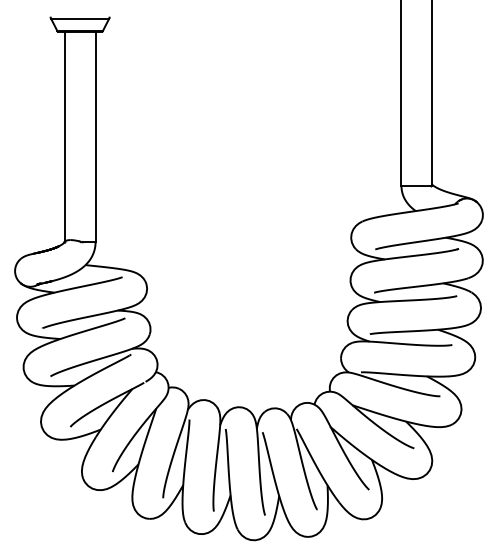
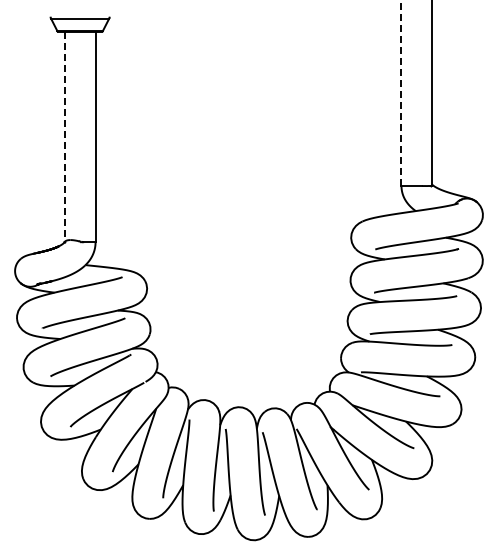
line at (401, 93): solid -> dashed
line at (64, 137): solid -> dashed
